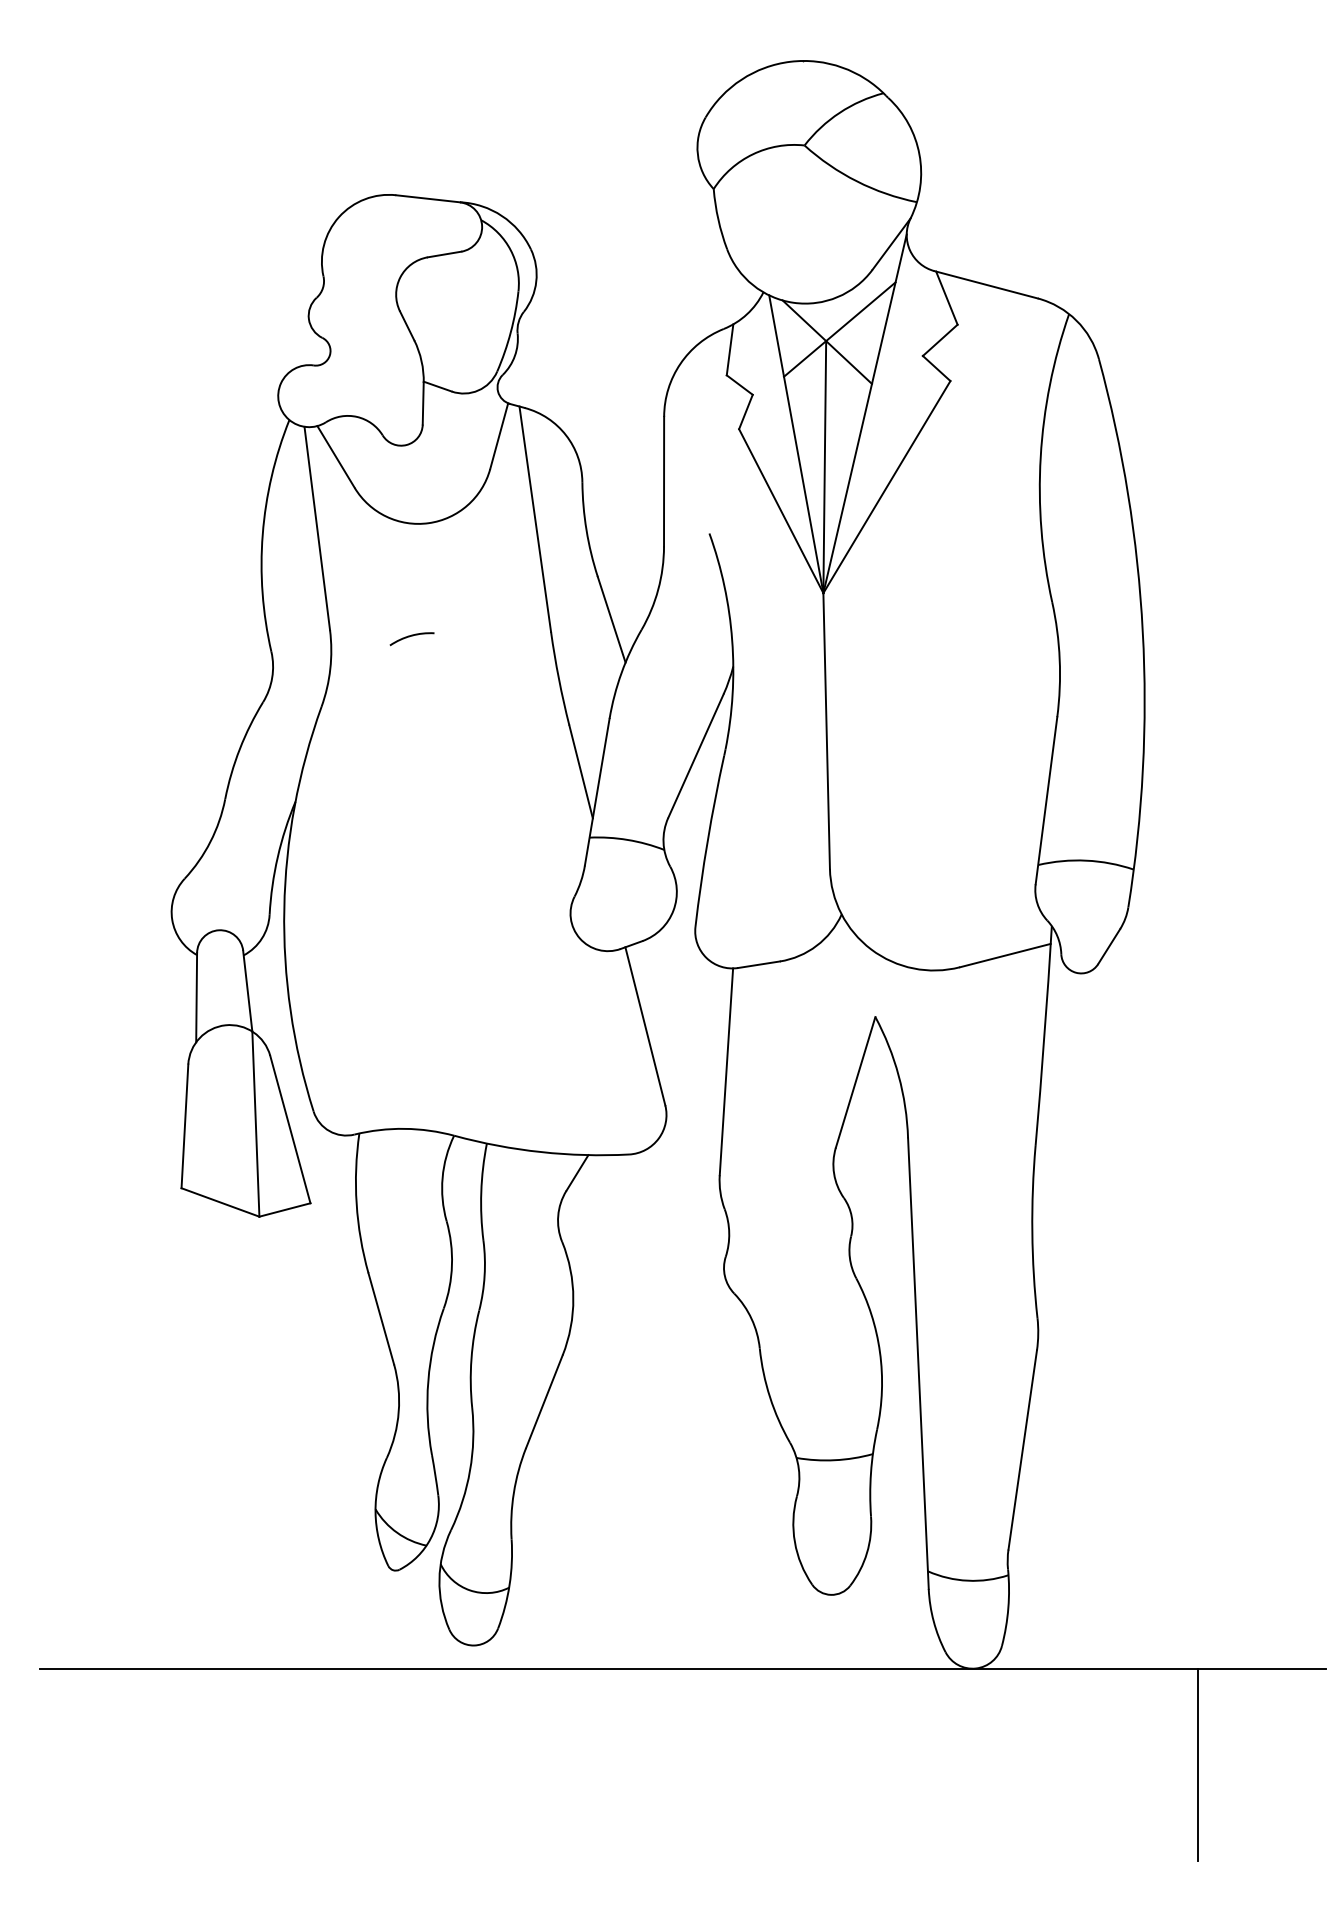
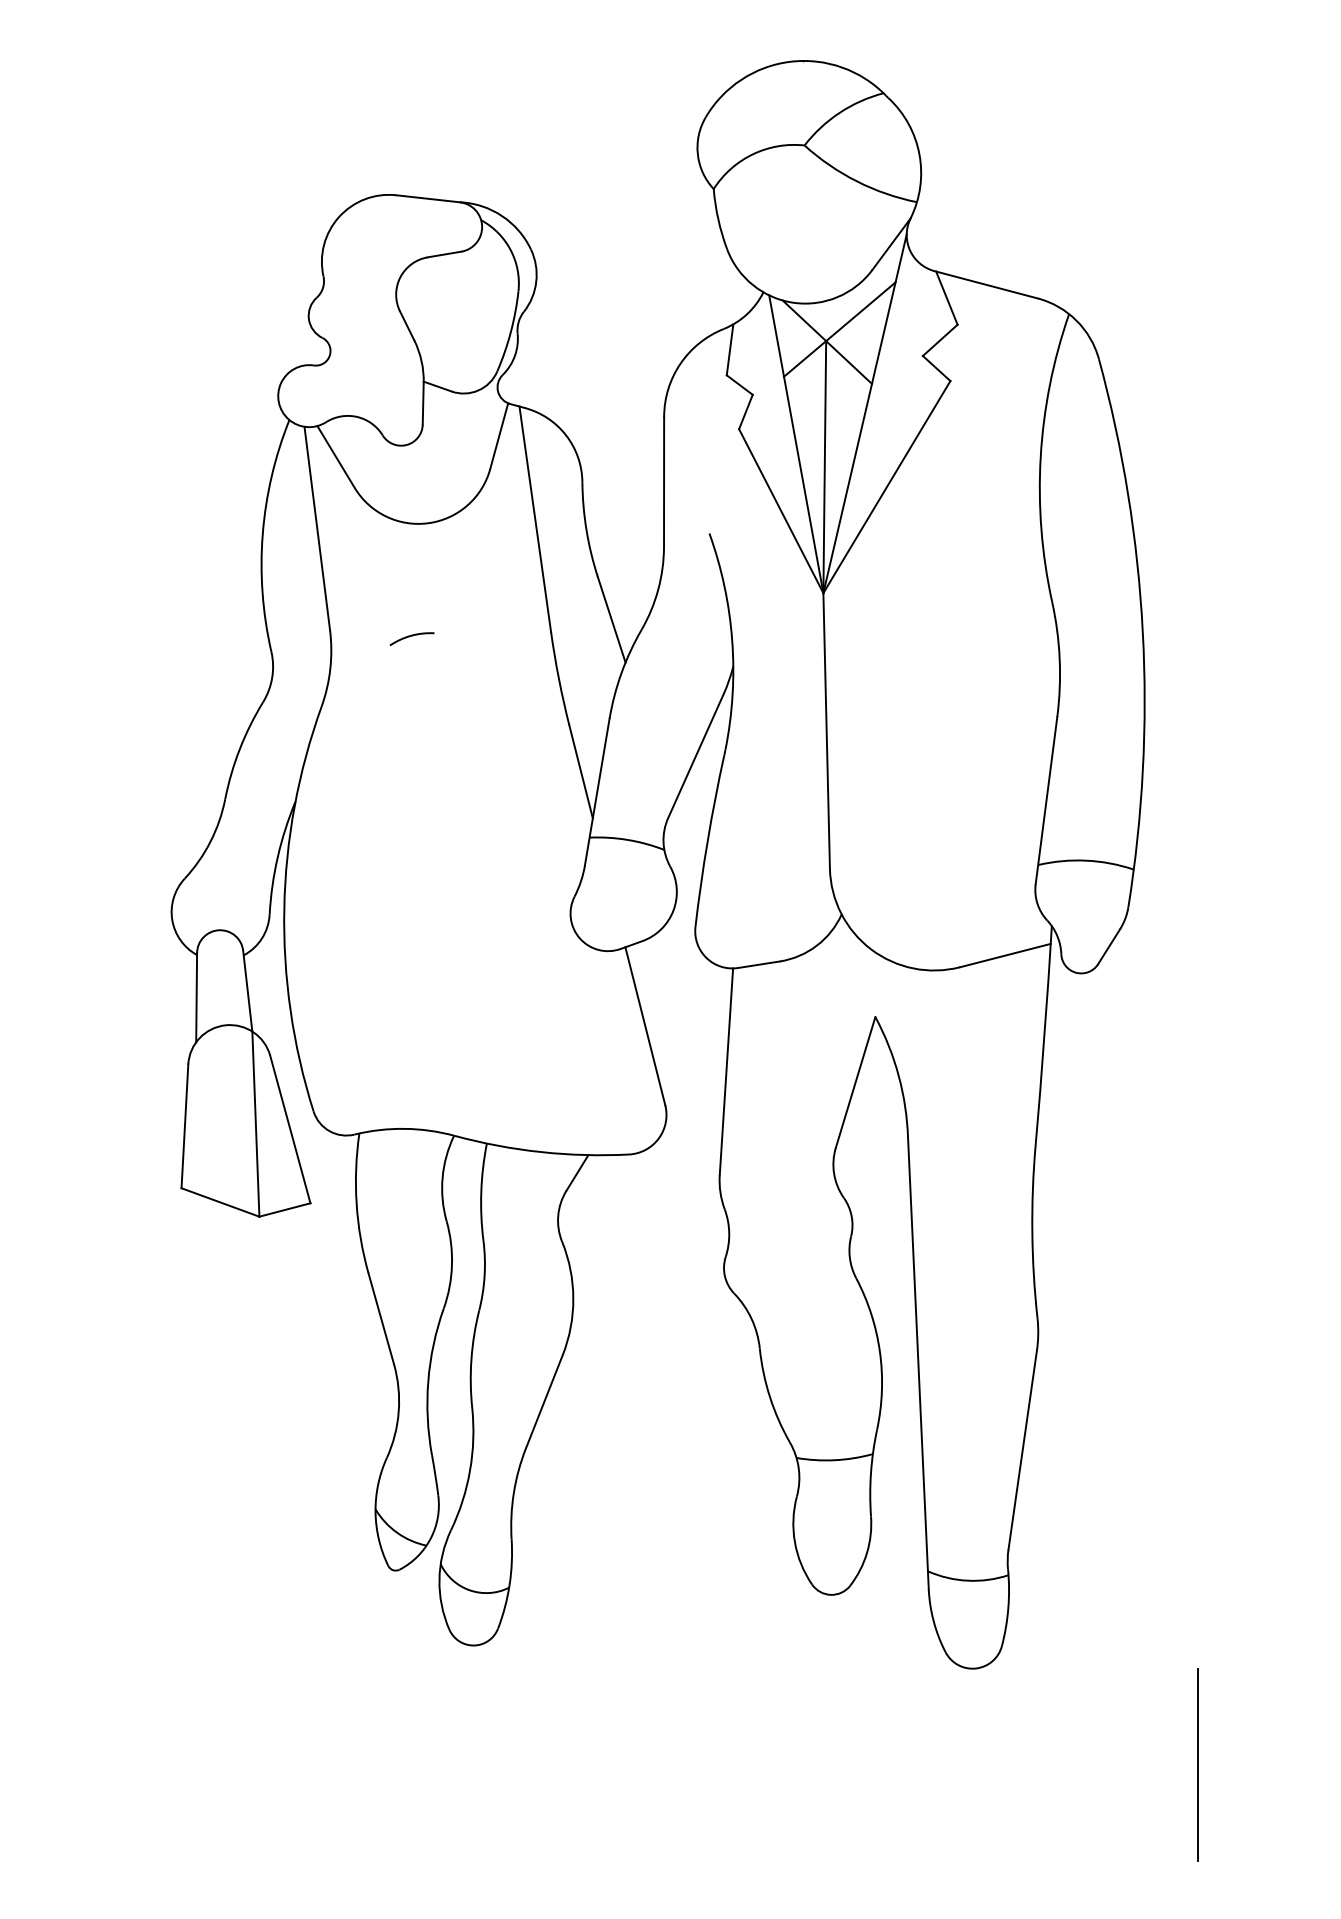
line at (683, 1668): present -> none
